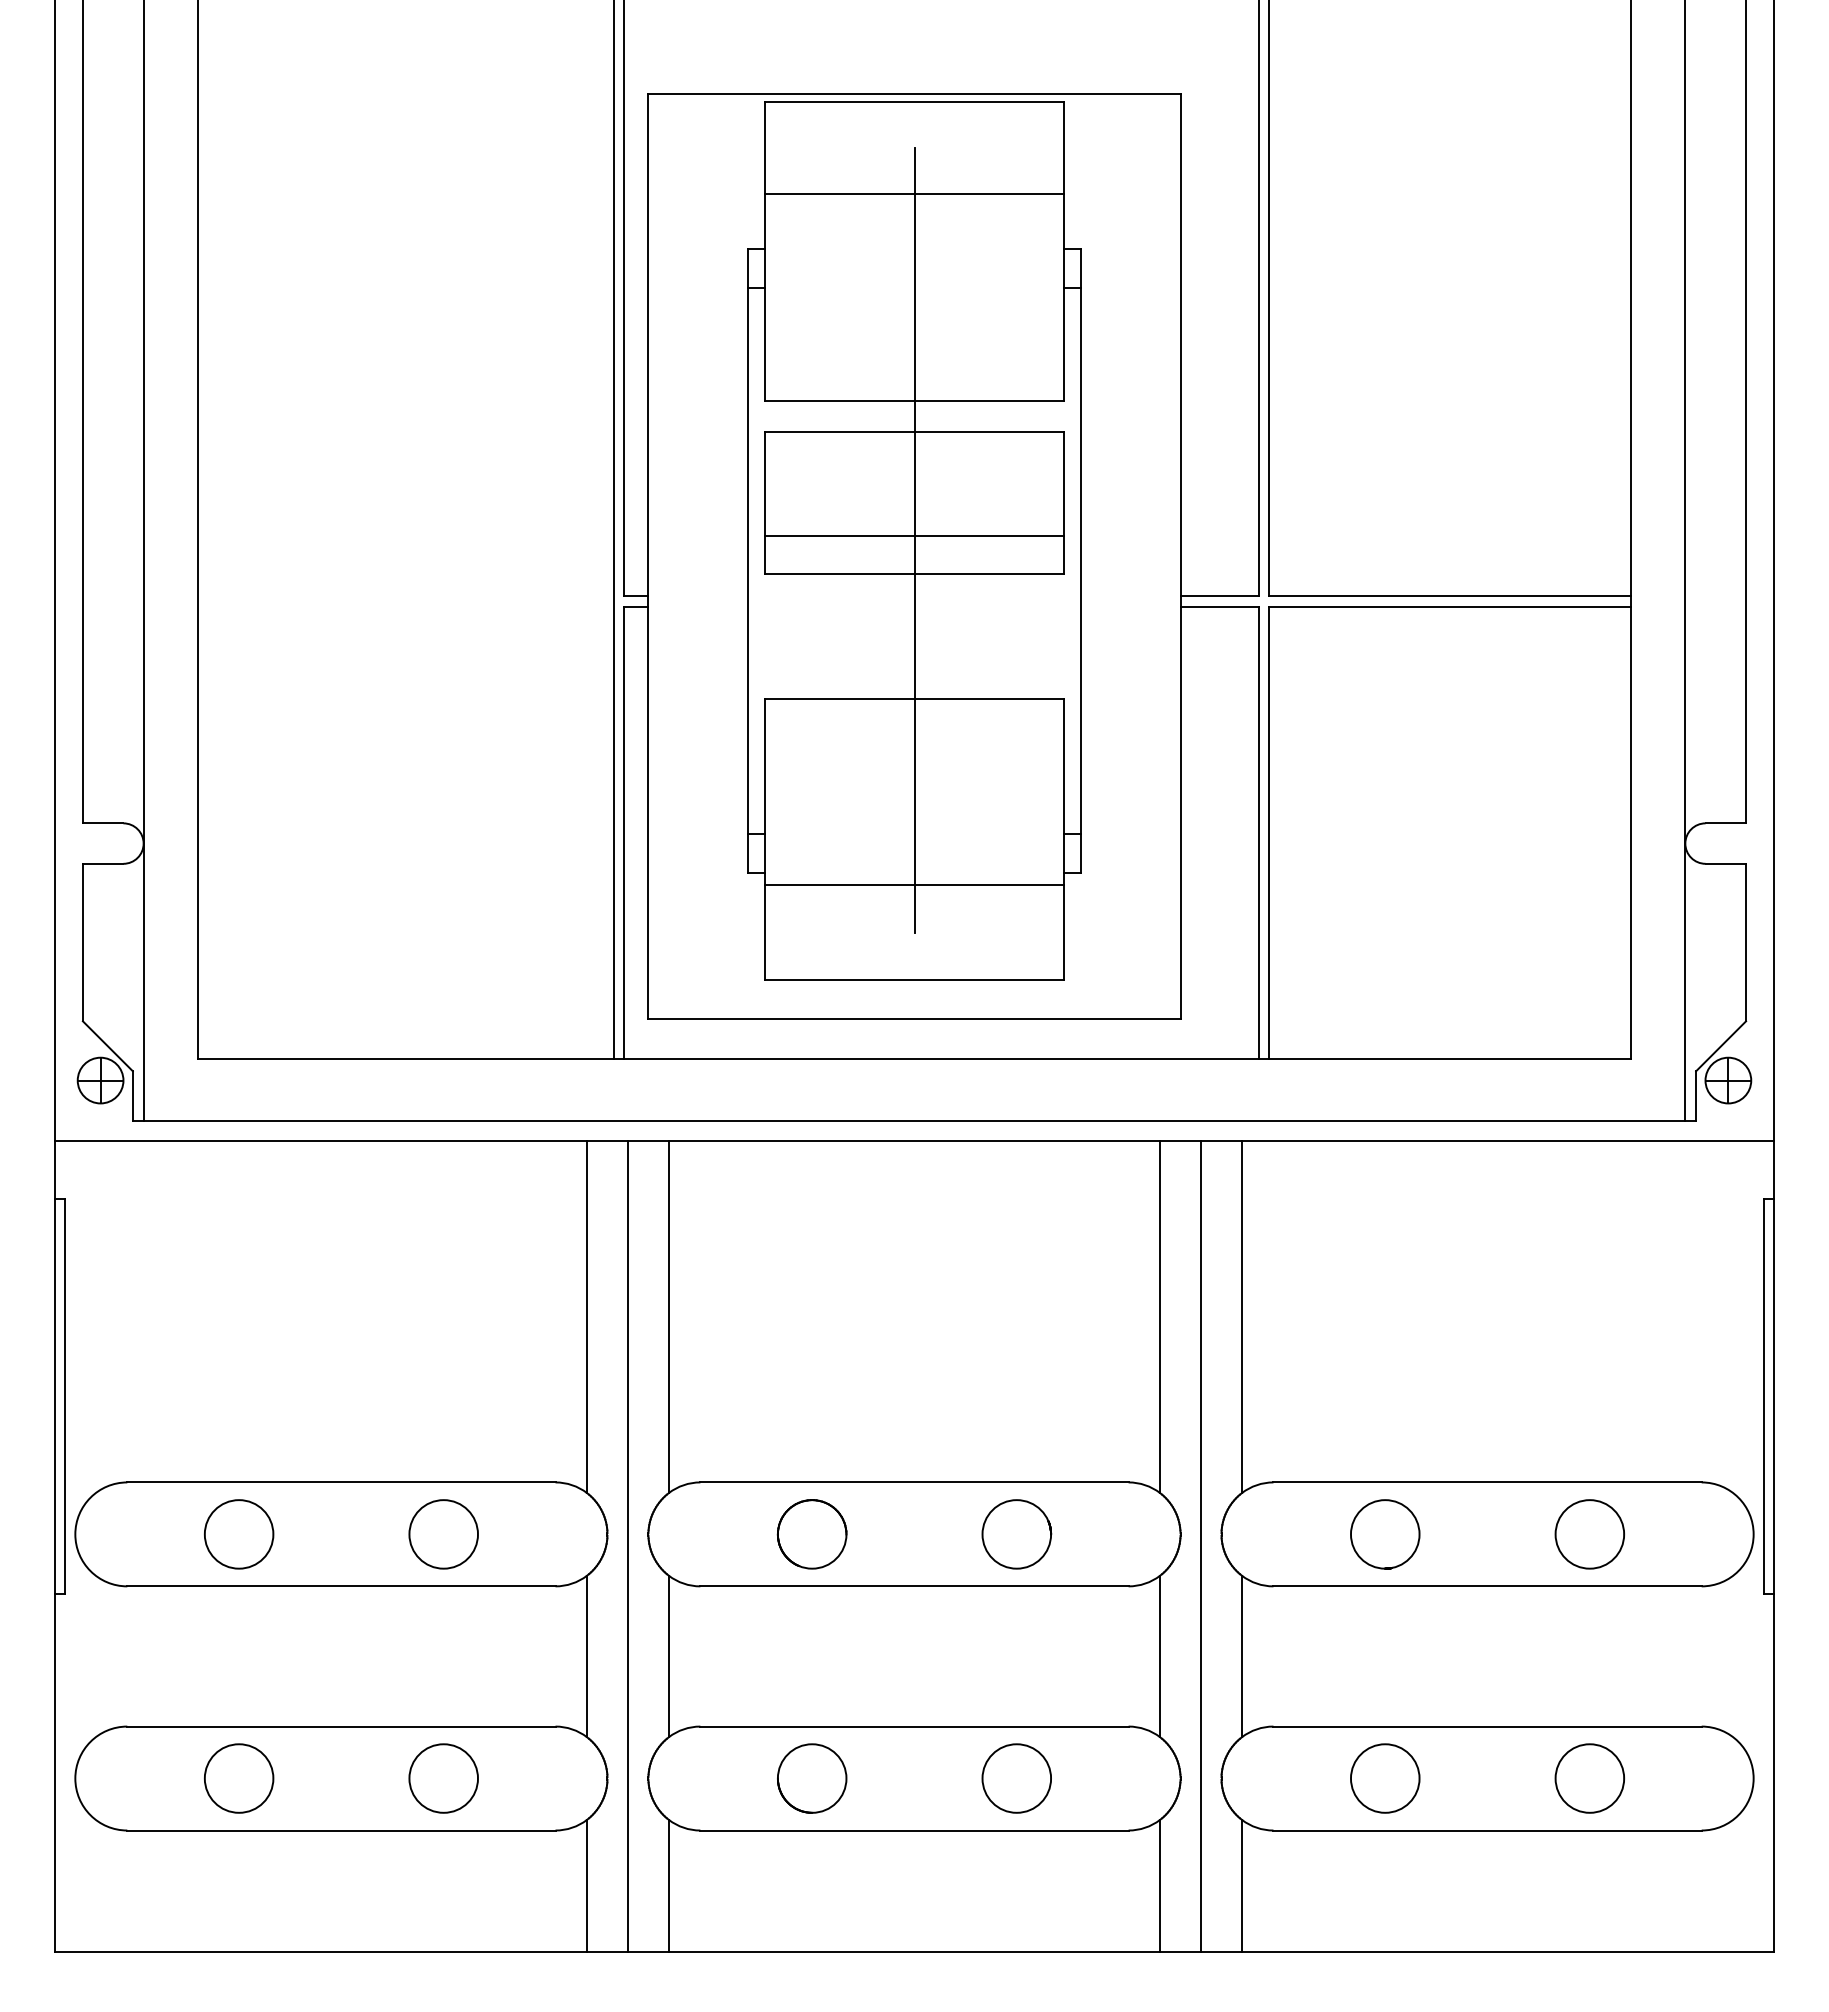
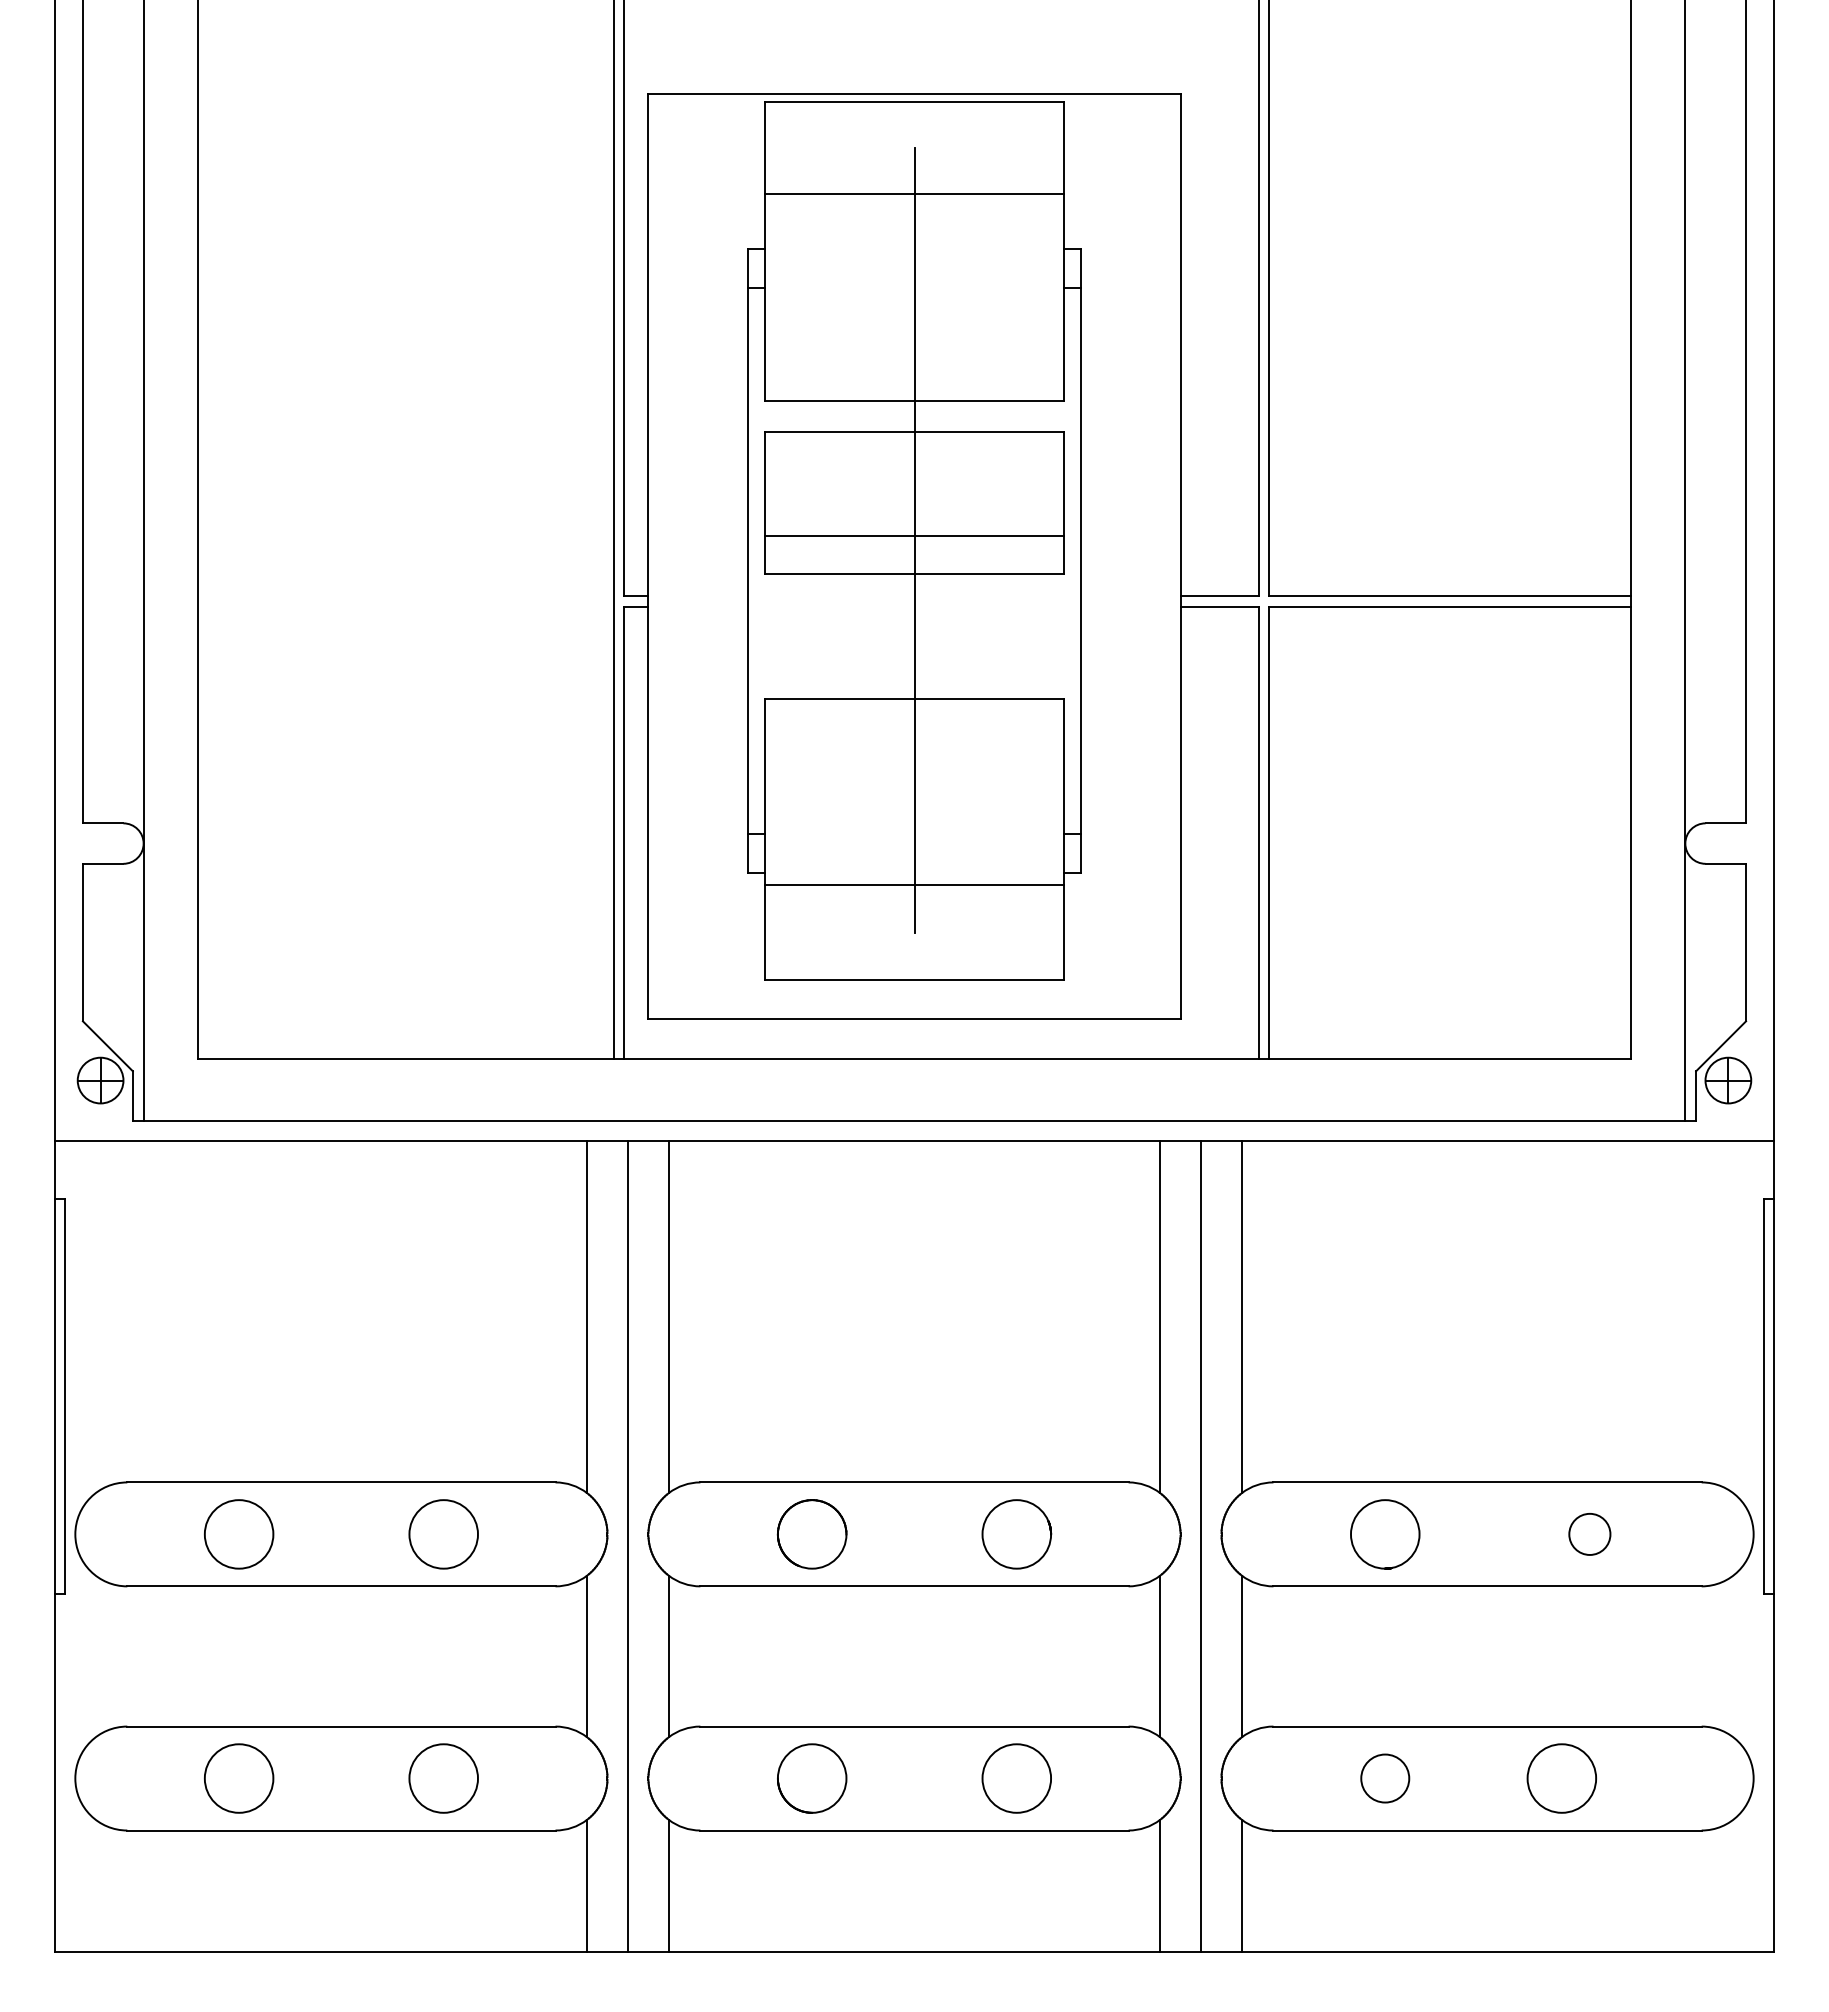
circle at (1589, 1534) diameter: 69 px -> 41 px
circle at (1384, 1778) diameter: 69 px -> 48 px
circle at (1589, 1778) position: (1589, 1778) -> (1561, 1778)
